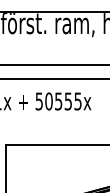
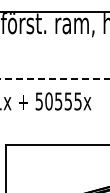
line at (54, 65): present -> none
line at (55, 78): solid -> dashed
